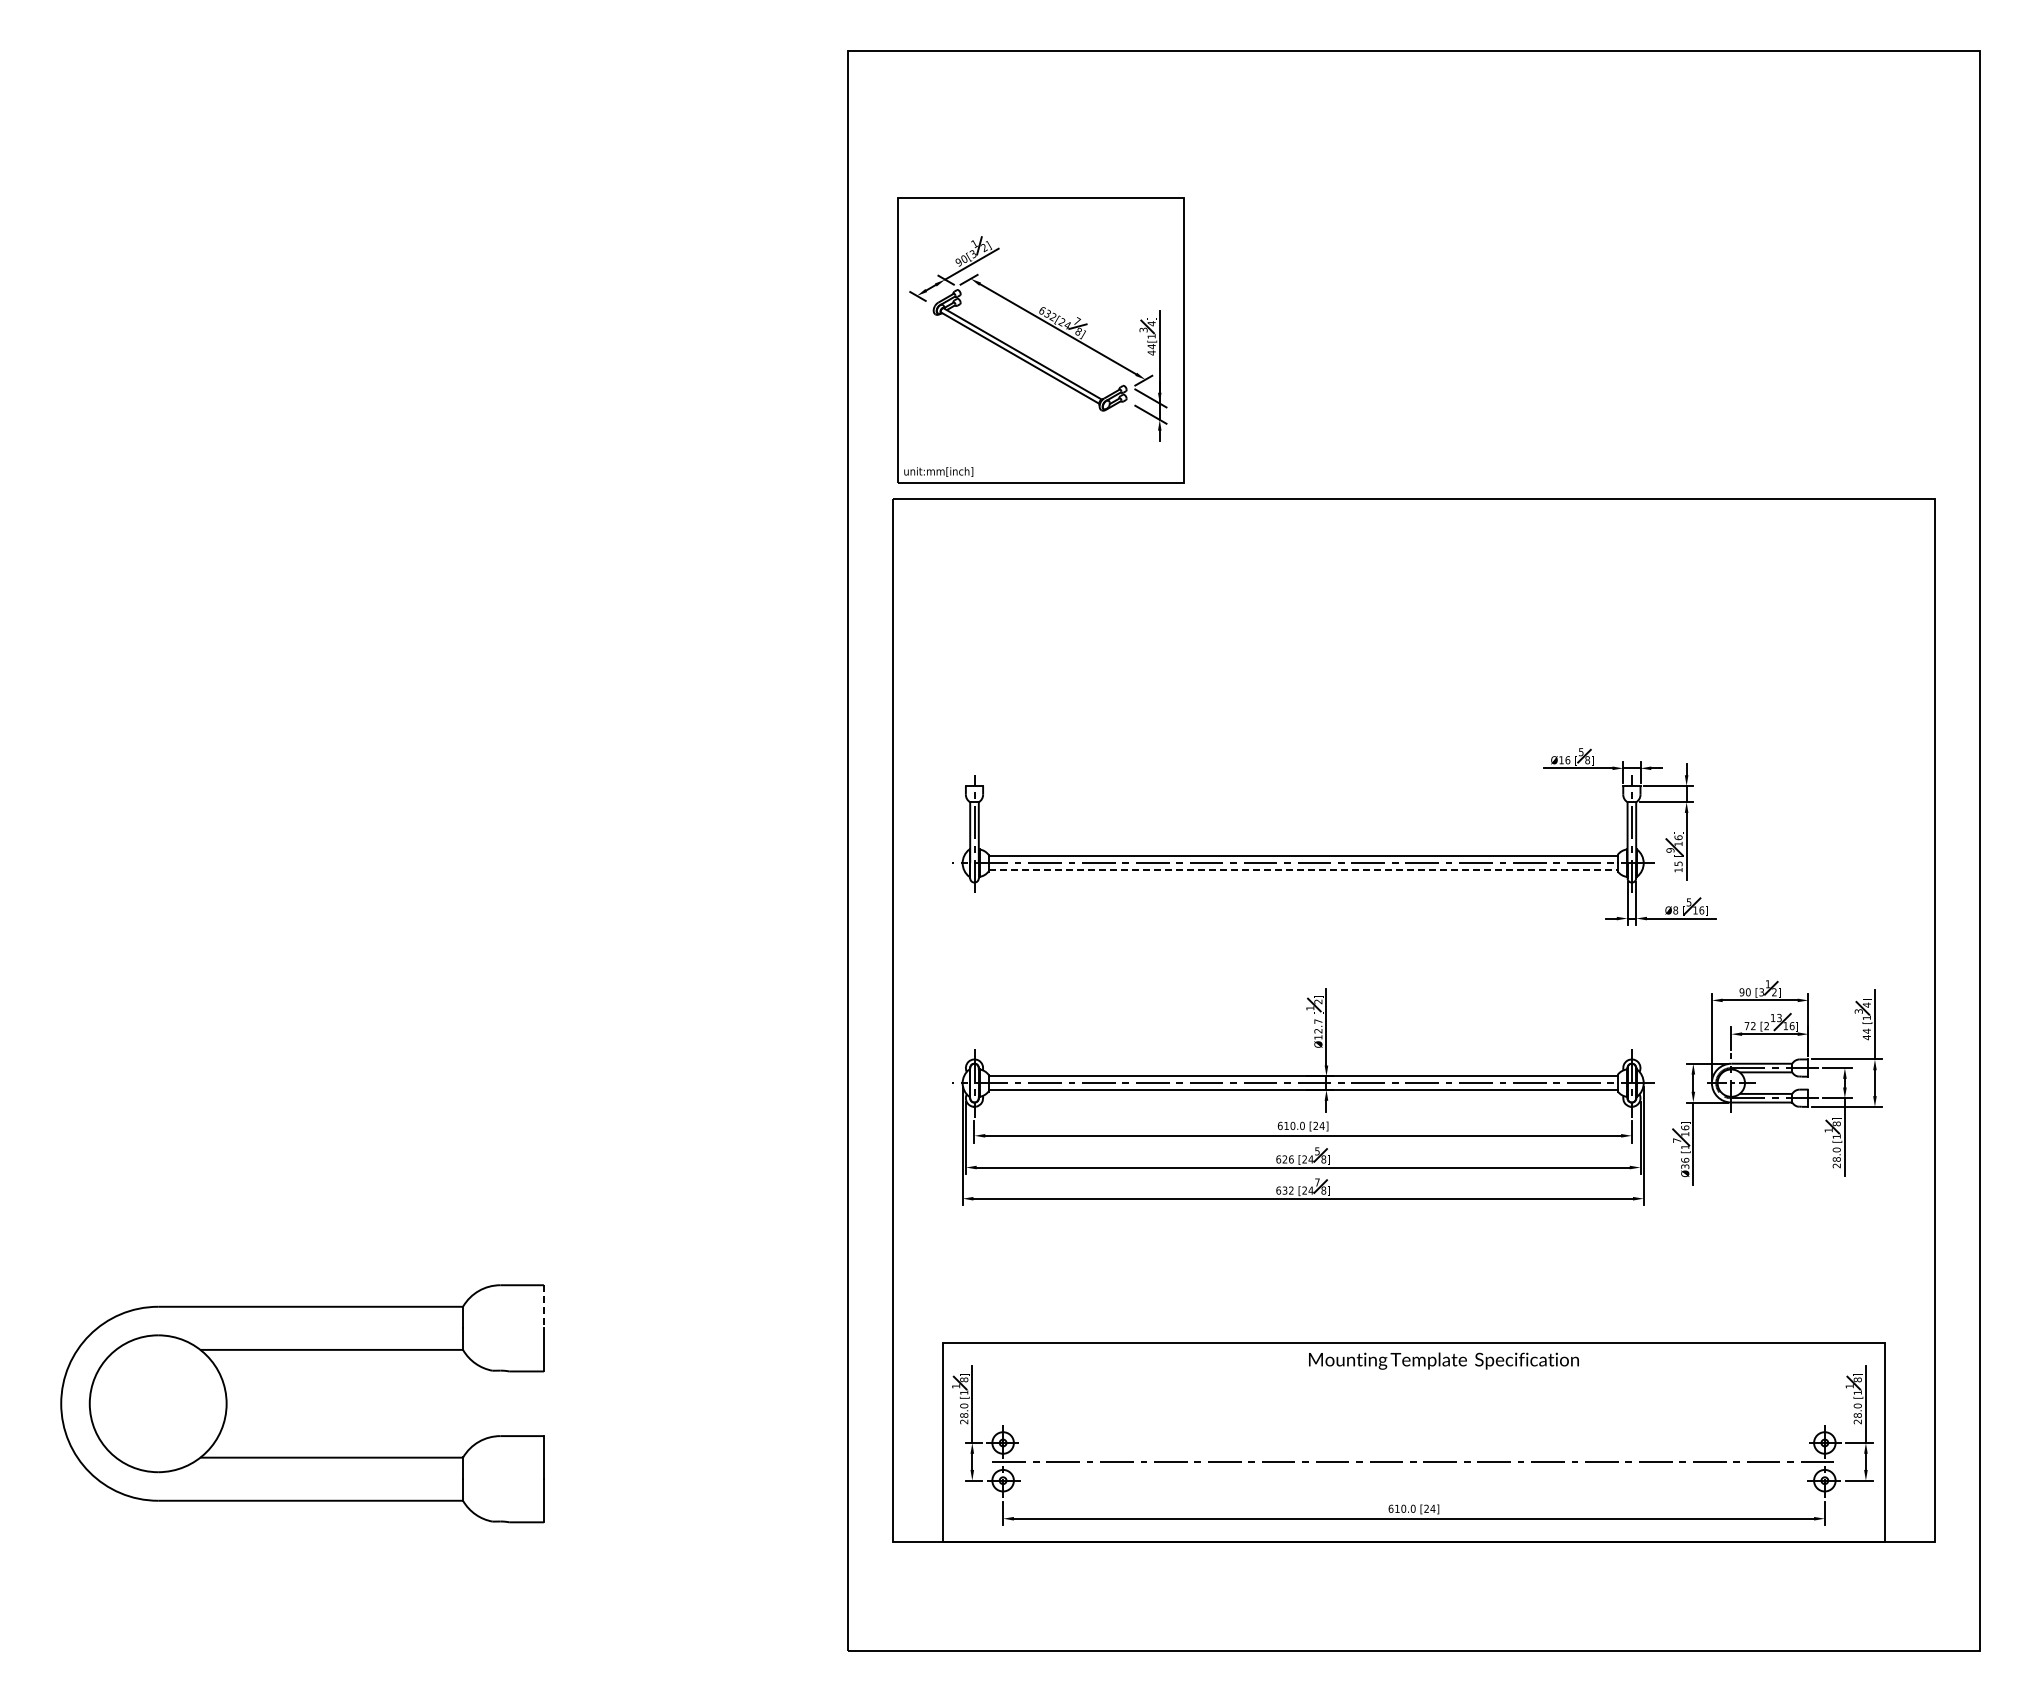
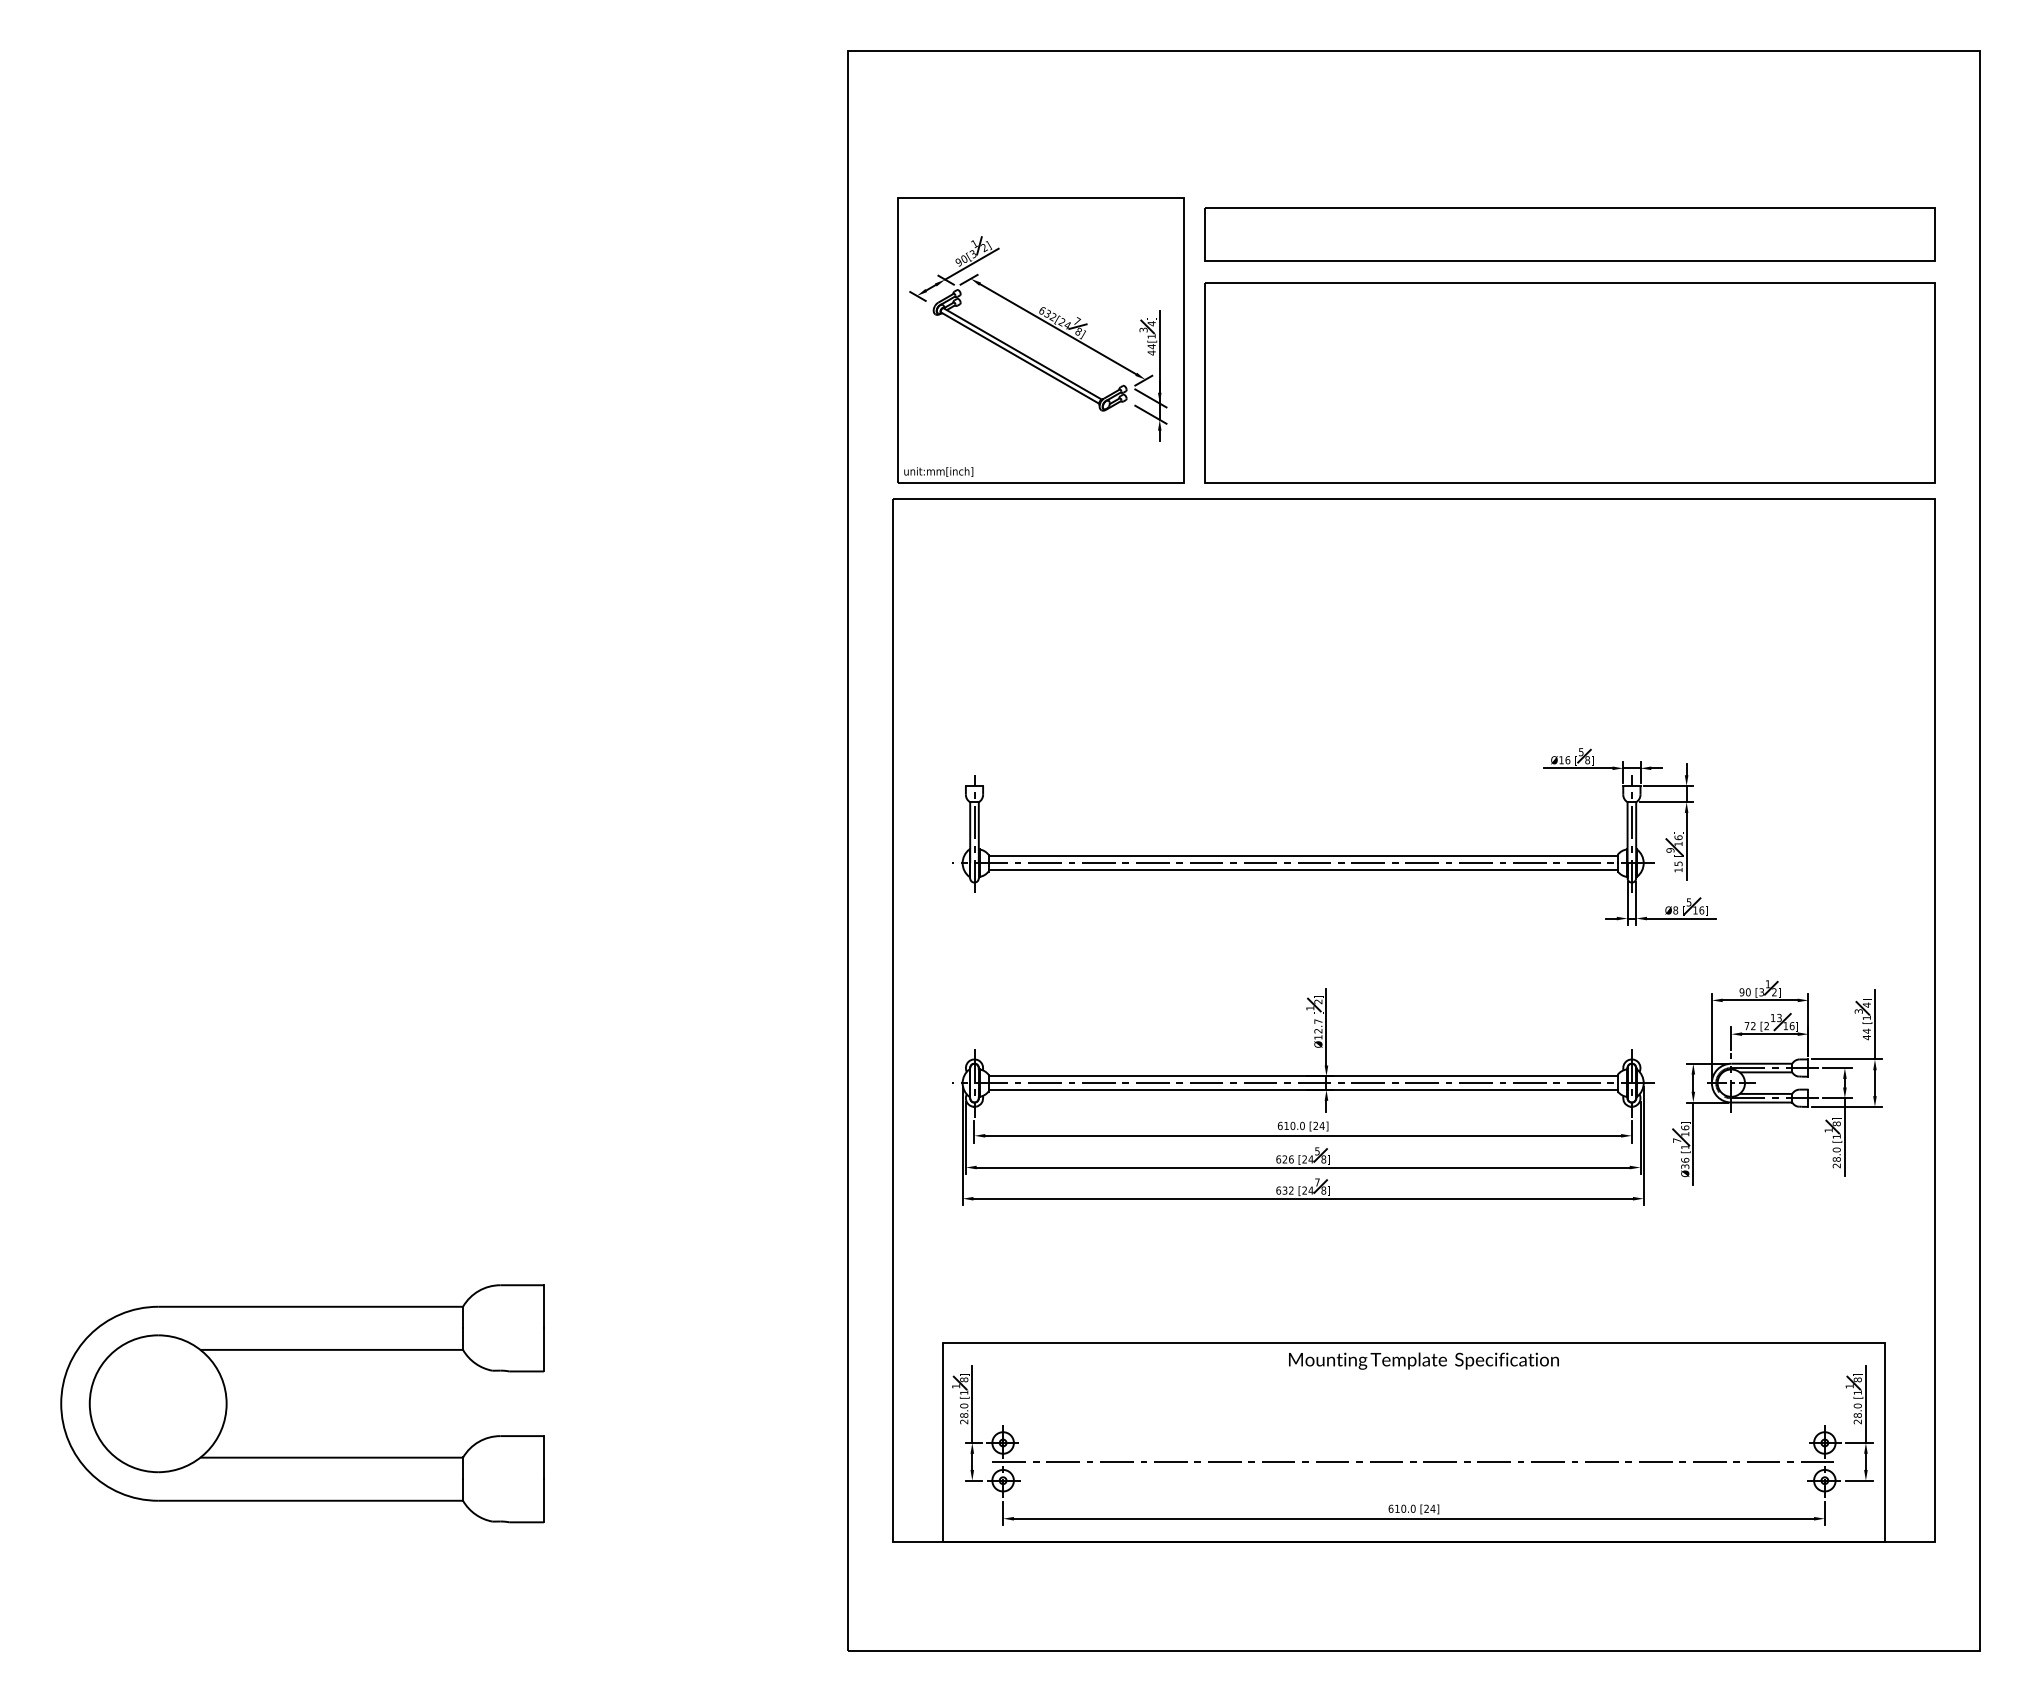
part at (1569, 234): none -> present
part at (1569, 382): none -> present
line at (1303, 870): dashed -> solid
line at (544, 1306): dashed -> solid
text at (1443, 1360) position: (1443, 1360) -> (1423, 1360)
